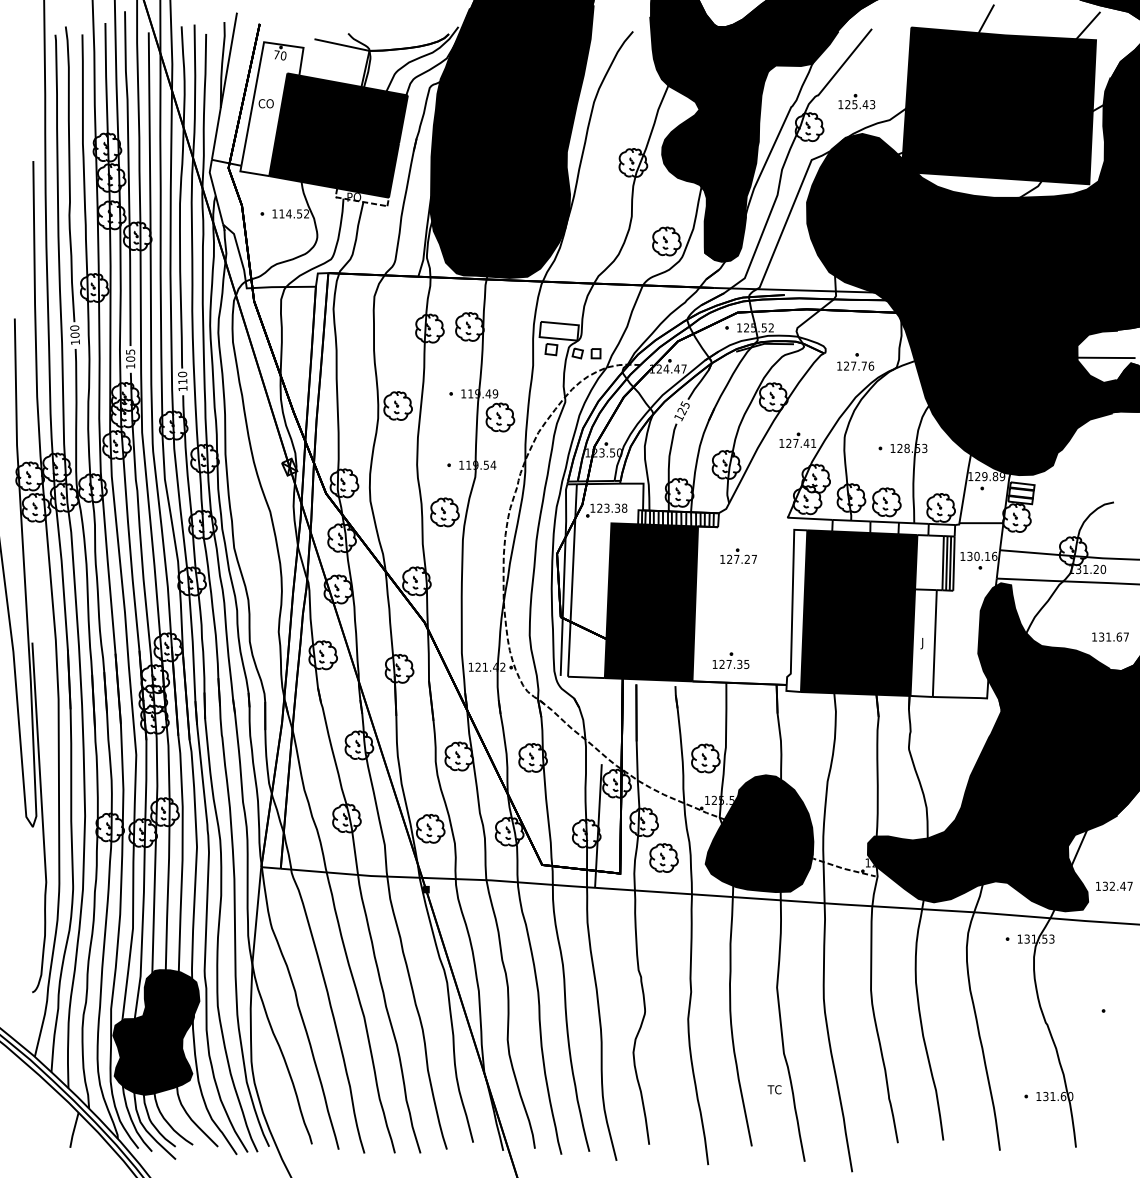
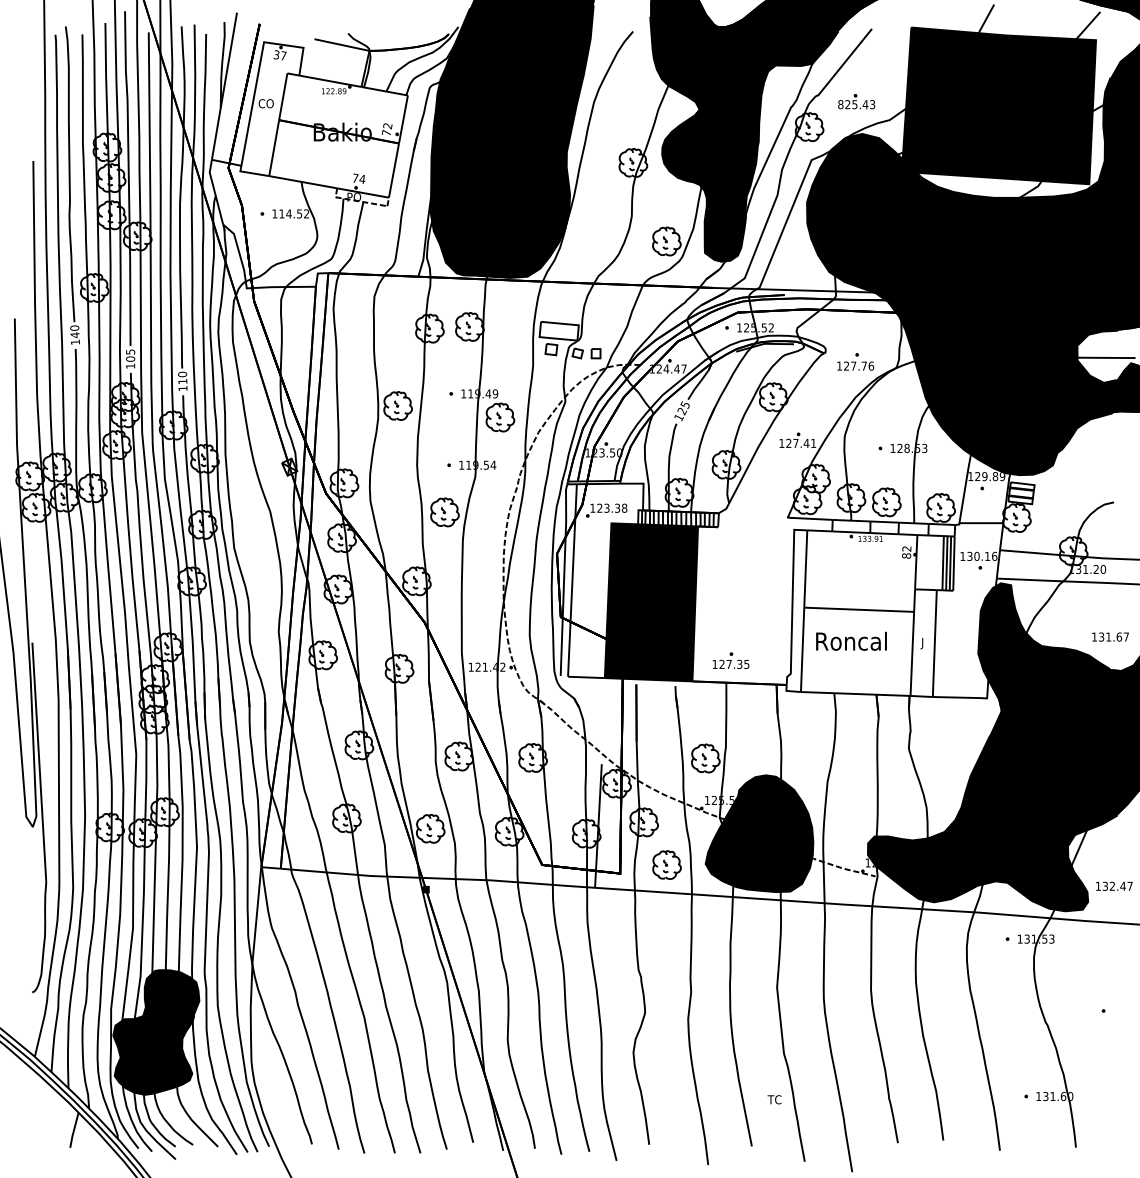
text at (279, 55): 70 -> 37
text at (840, 104): 125.43 -> 825.43
fill at (338, 135): present -> none
text at (74, 335): 100 -> 140
part at (738, 555): present -> none
fill at (858, 612): present -> none
part at (663, 857) position: (663, 857) -> (666, 864)
text at (774, 1089) position: (774, 1089) -> (774, 1099)
